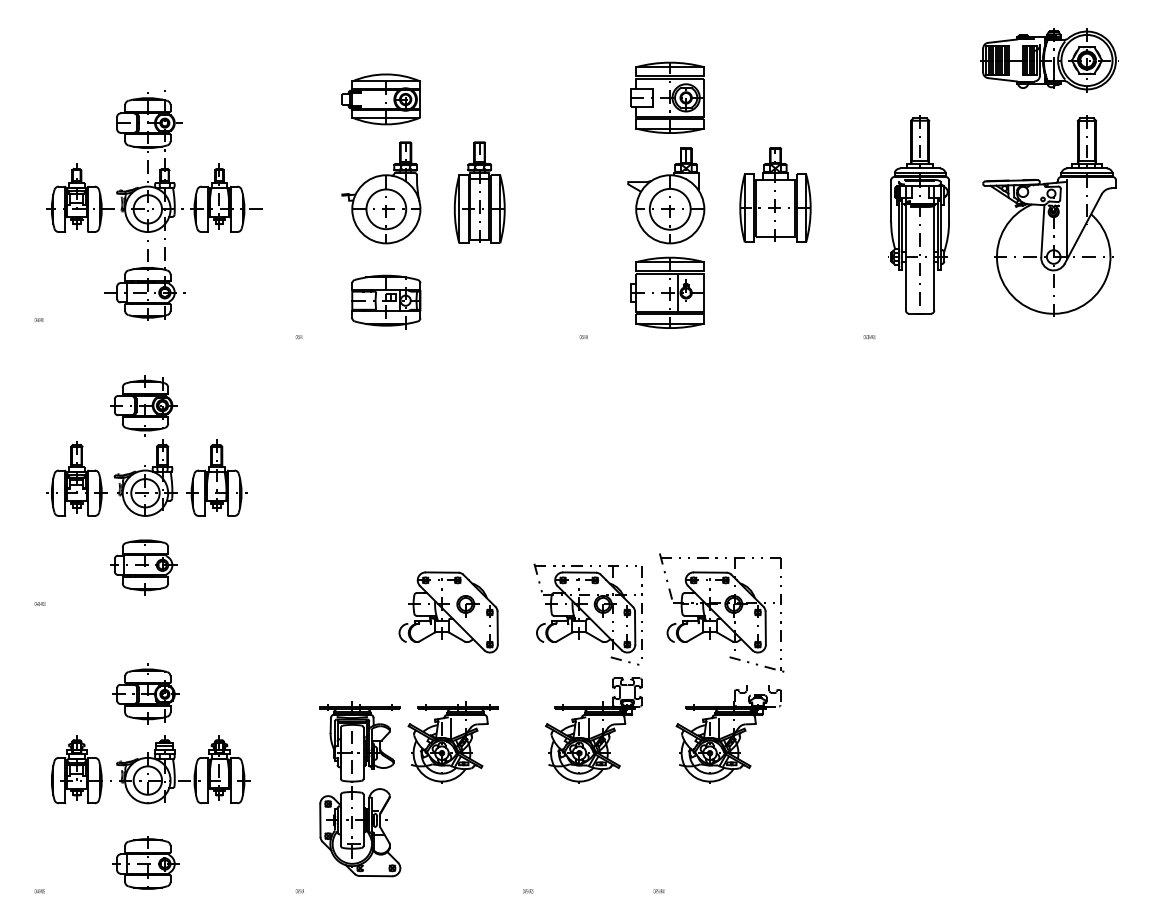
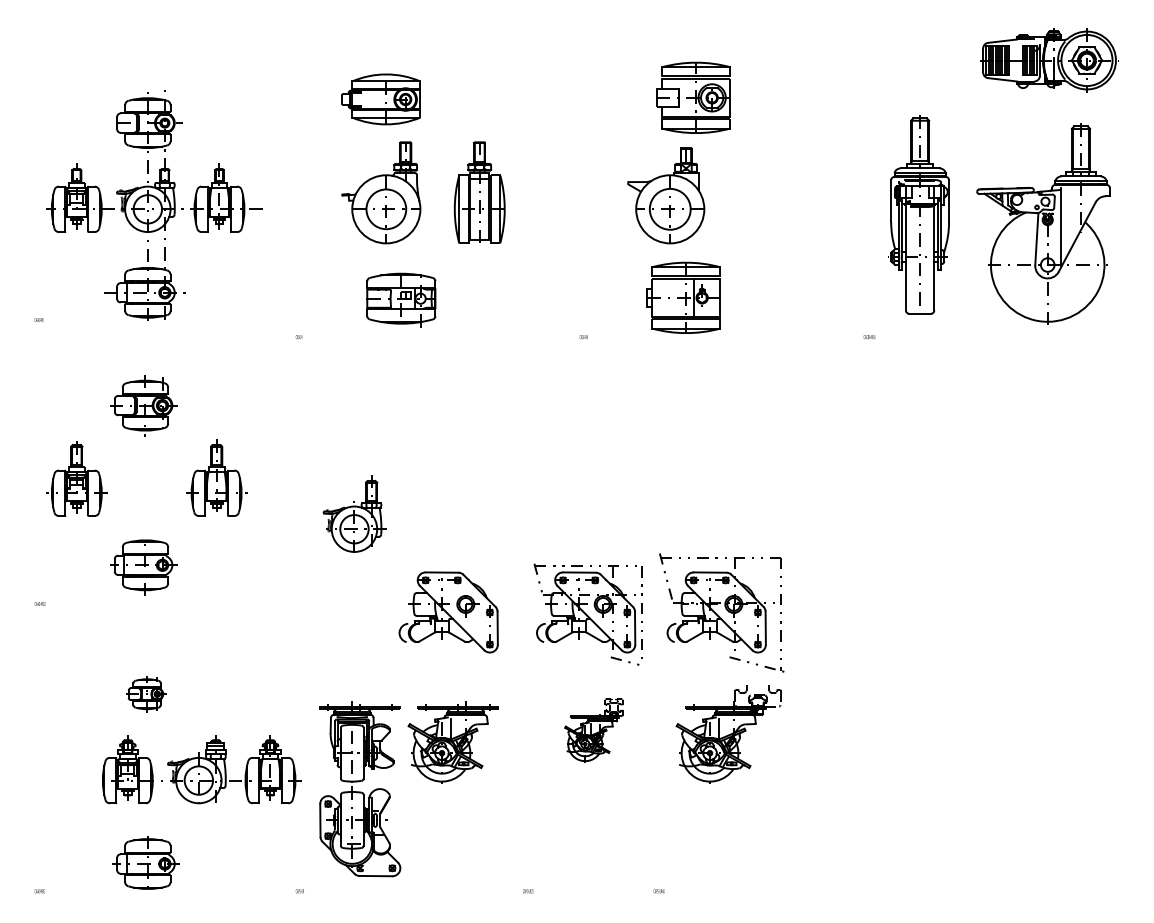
part at (667, 97) position: (667, 97) -> (693, 97)
part at (775, 194): present -> none
part at (1049, 215) position: (1049, 215) -> (1043, 223)
part at (667, 292) position: (667, 292) -> (683, 297)
part at (386, 301) position: (386, 301) -> (401, 299)
part at (145, 477) position: (145, 477) -> (354, 513)
part at (145, 693) size: 68x62 px -> 41x37 px
part at (593, 730) size: 98x107 px -> 60x65 px
part at (150, 769) position: (150, 769) -> (201, 769)
